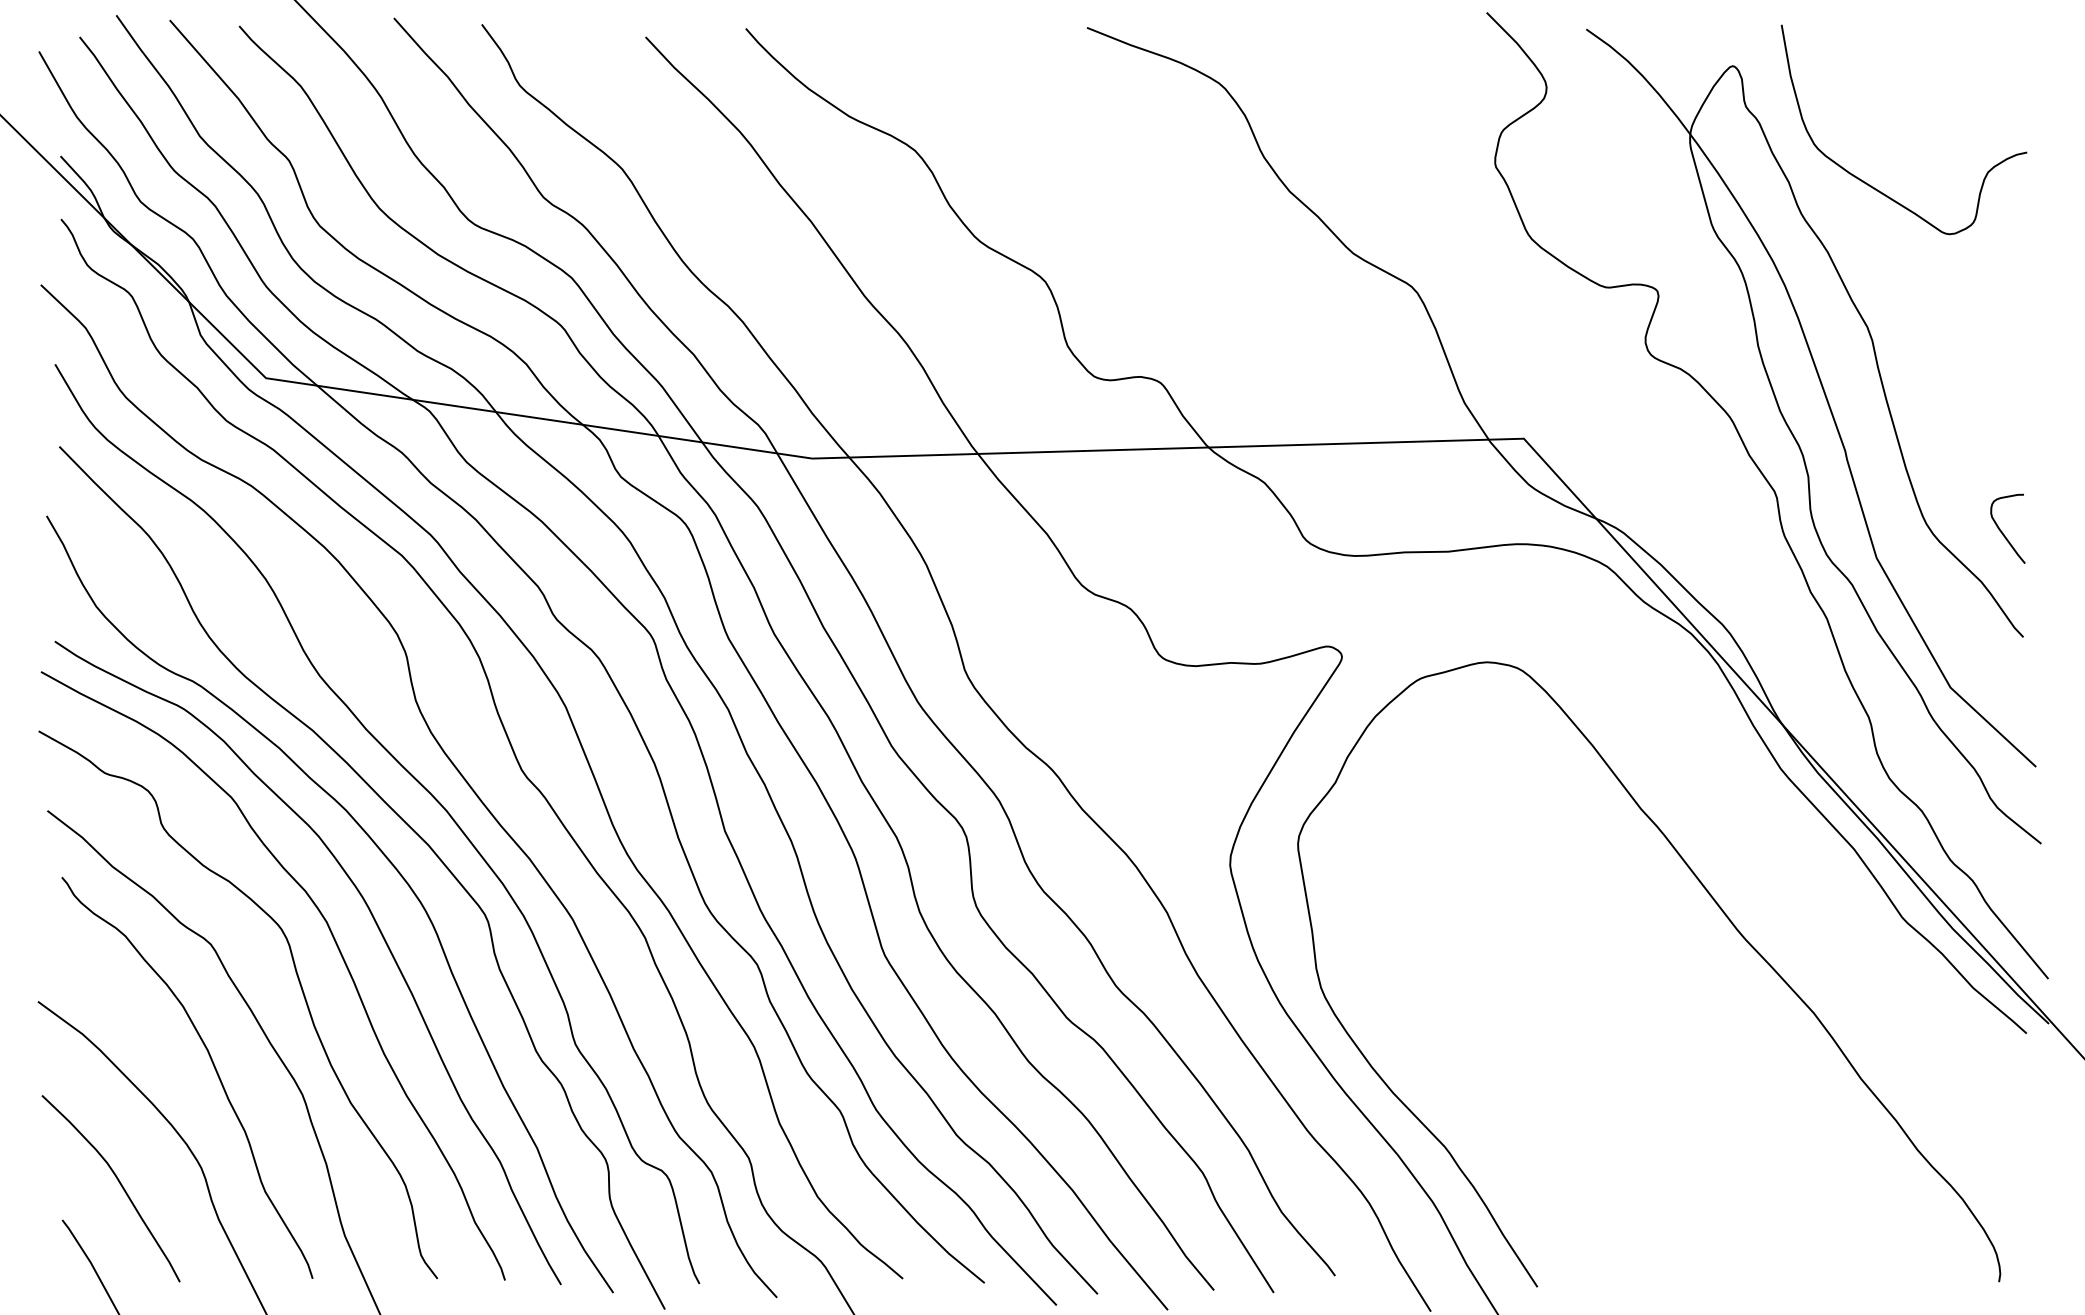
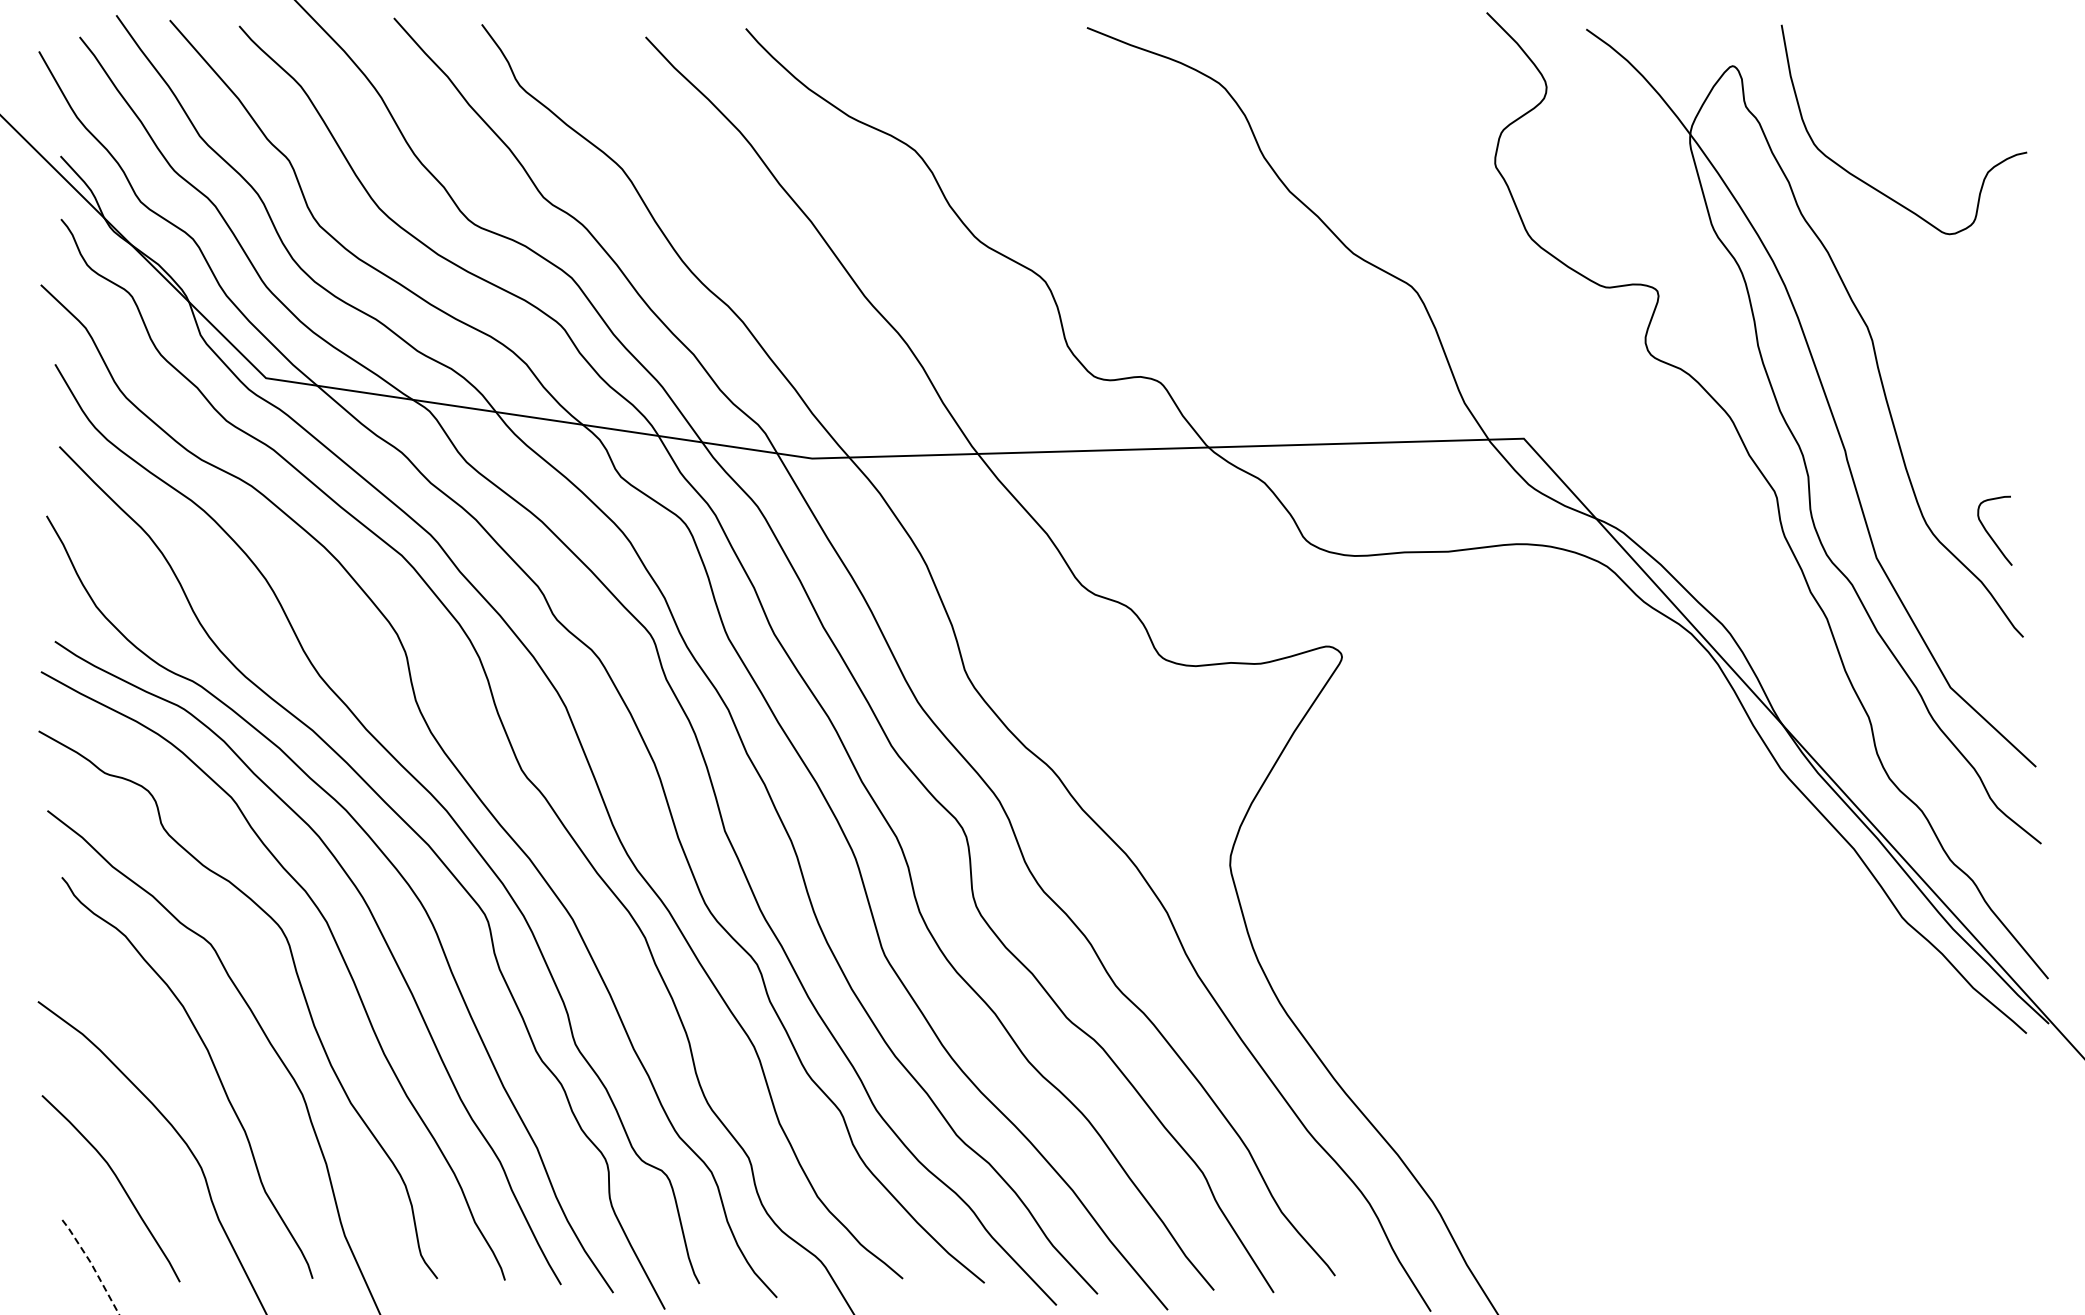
curve at (2002, 531) position: (2002, 531) -> (1989, 533)
curve at (1725, 916): present -> none
line at (92, 1265): solid -> dashed
